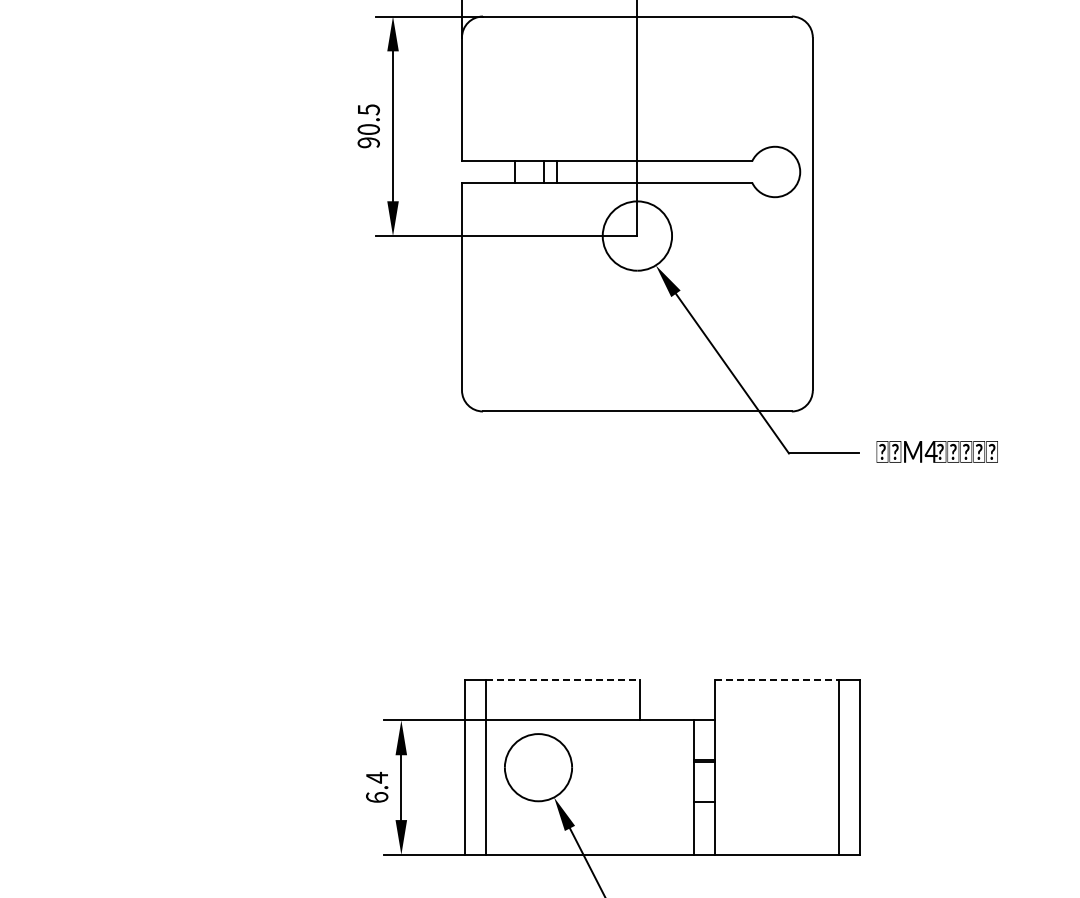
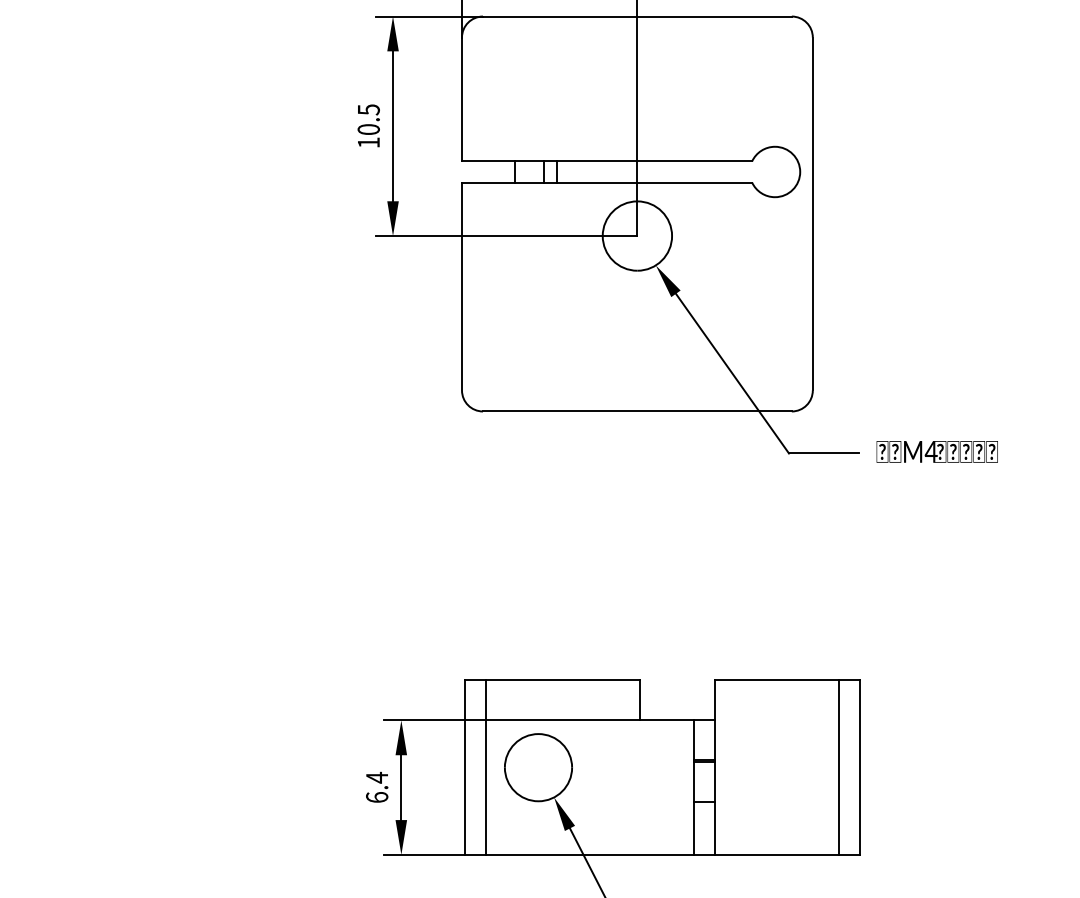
text at (368, 142): 90.5 -> 10.5
line at (563, 680): dashed -> solid
line at (776, 680): dashed -> solid
